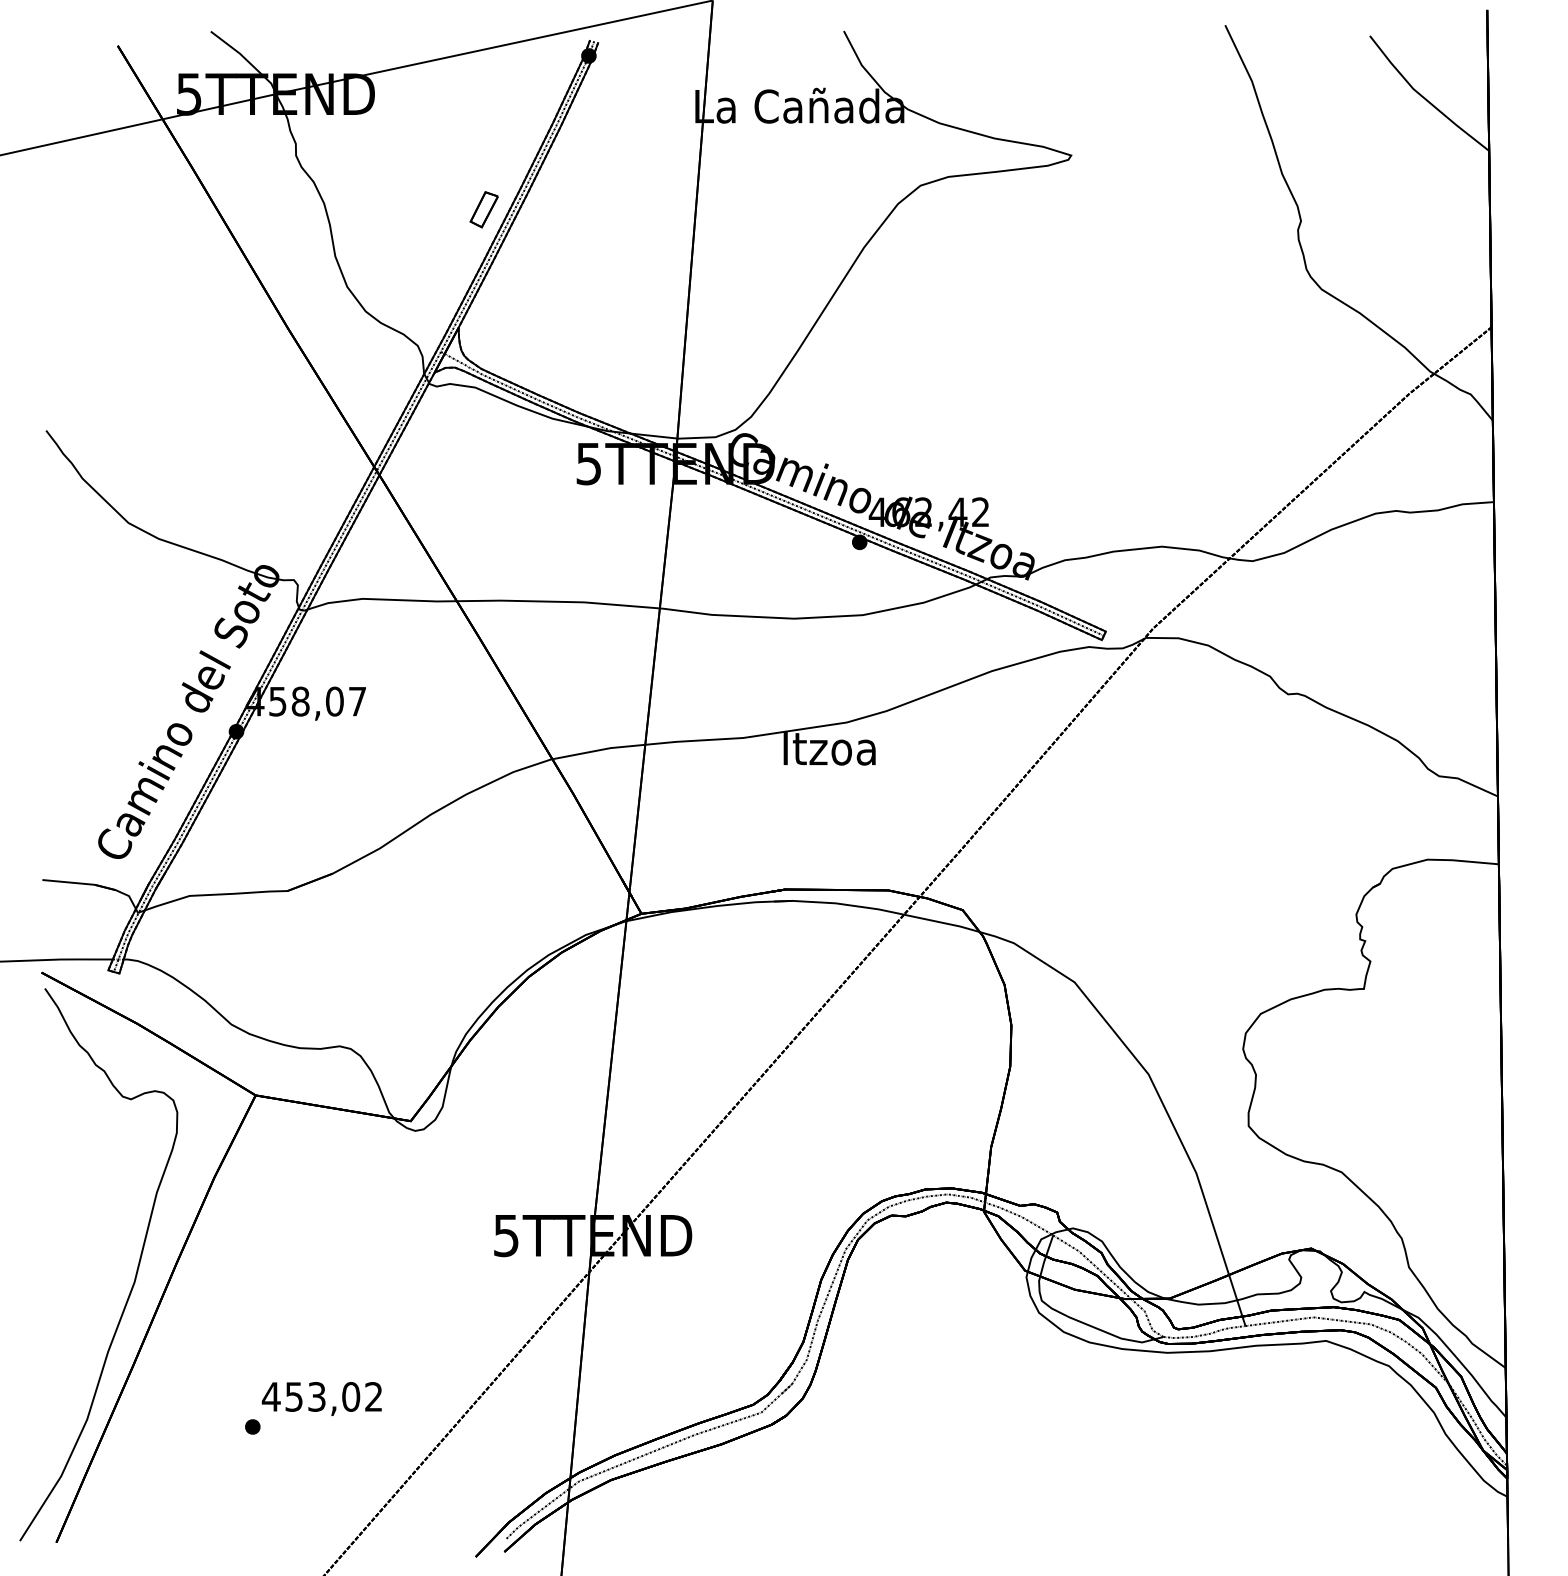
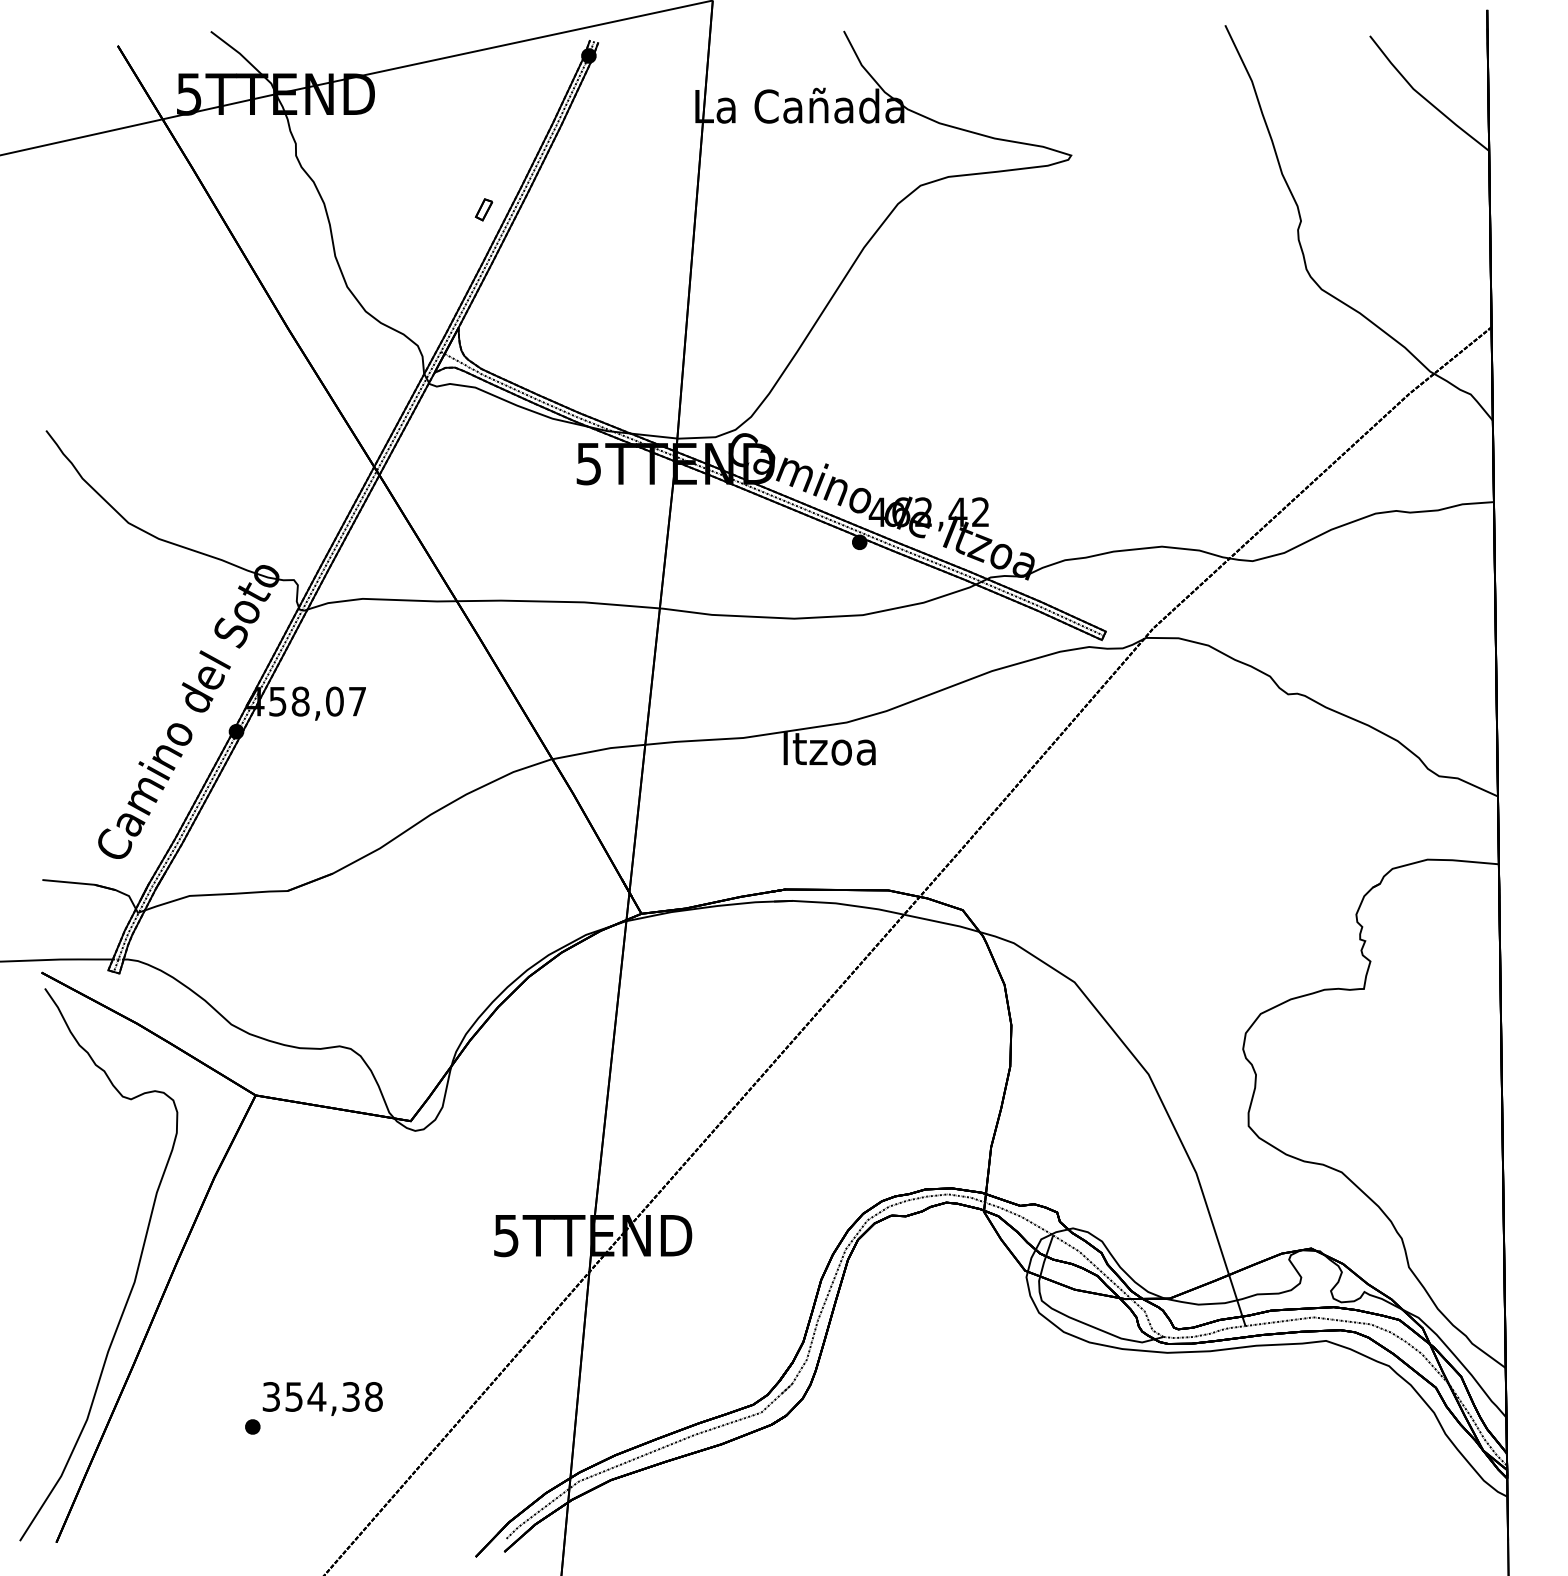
part at (483, 209) size: 30x38 px -> 20x24 px
text at (321, 1396): 453,02 -> 354,38
